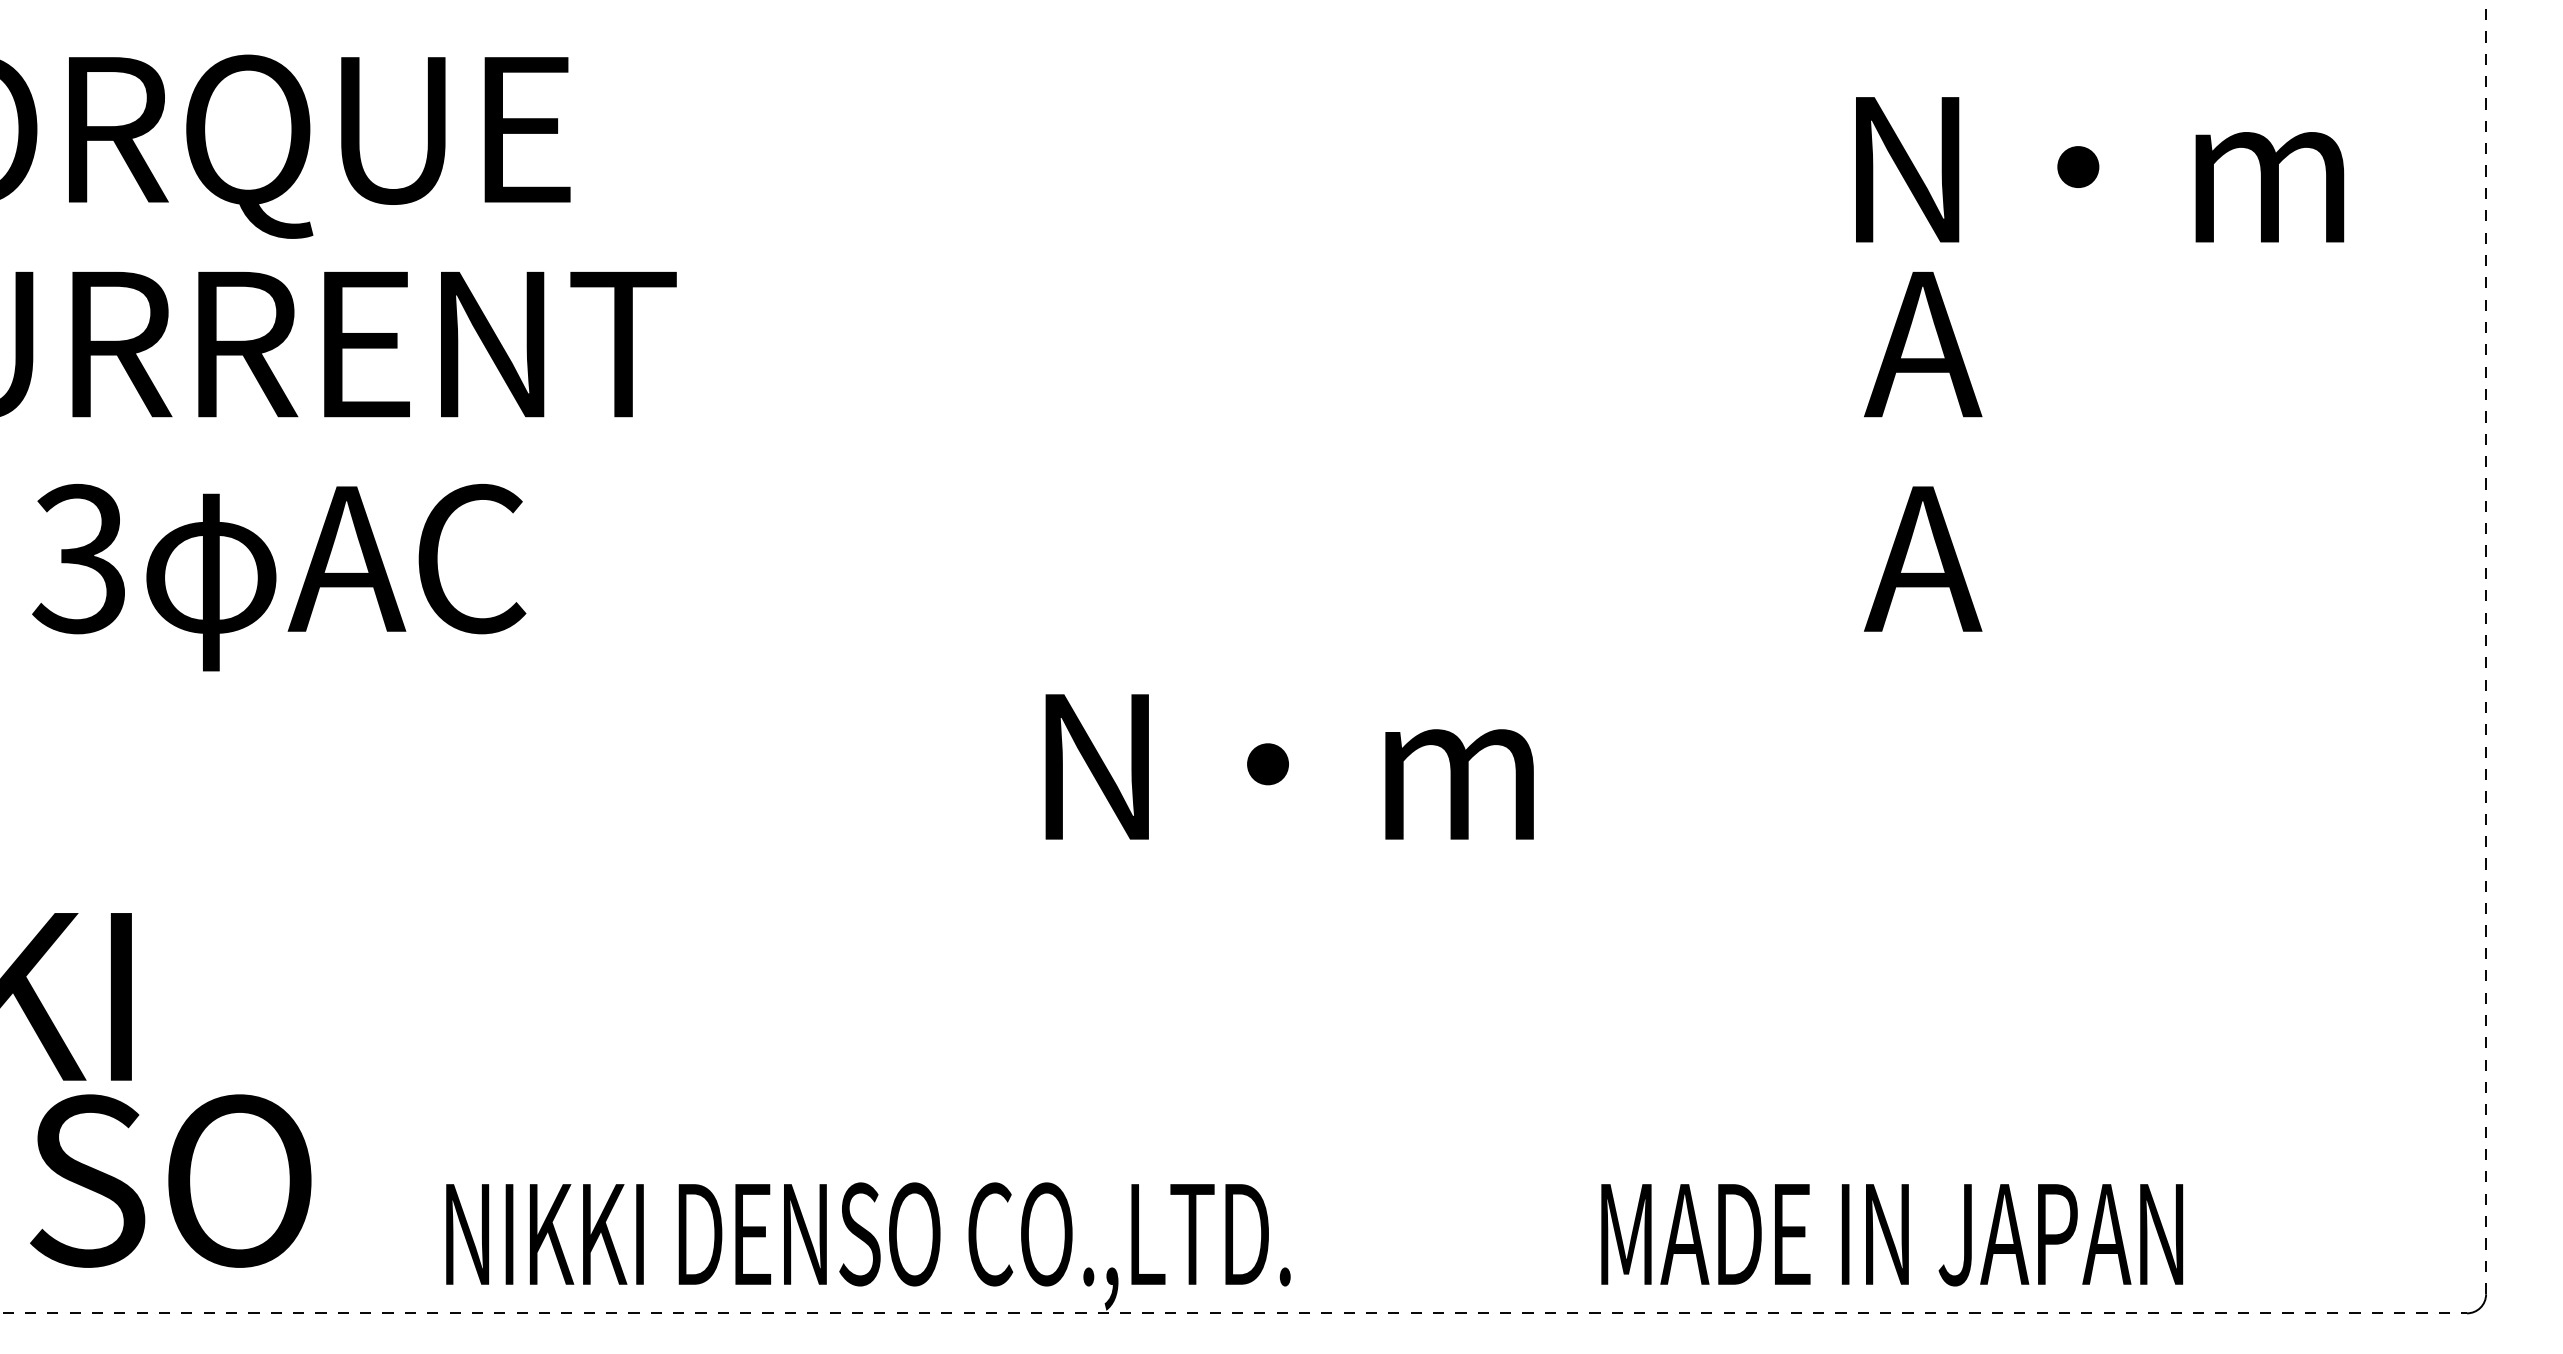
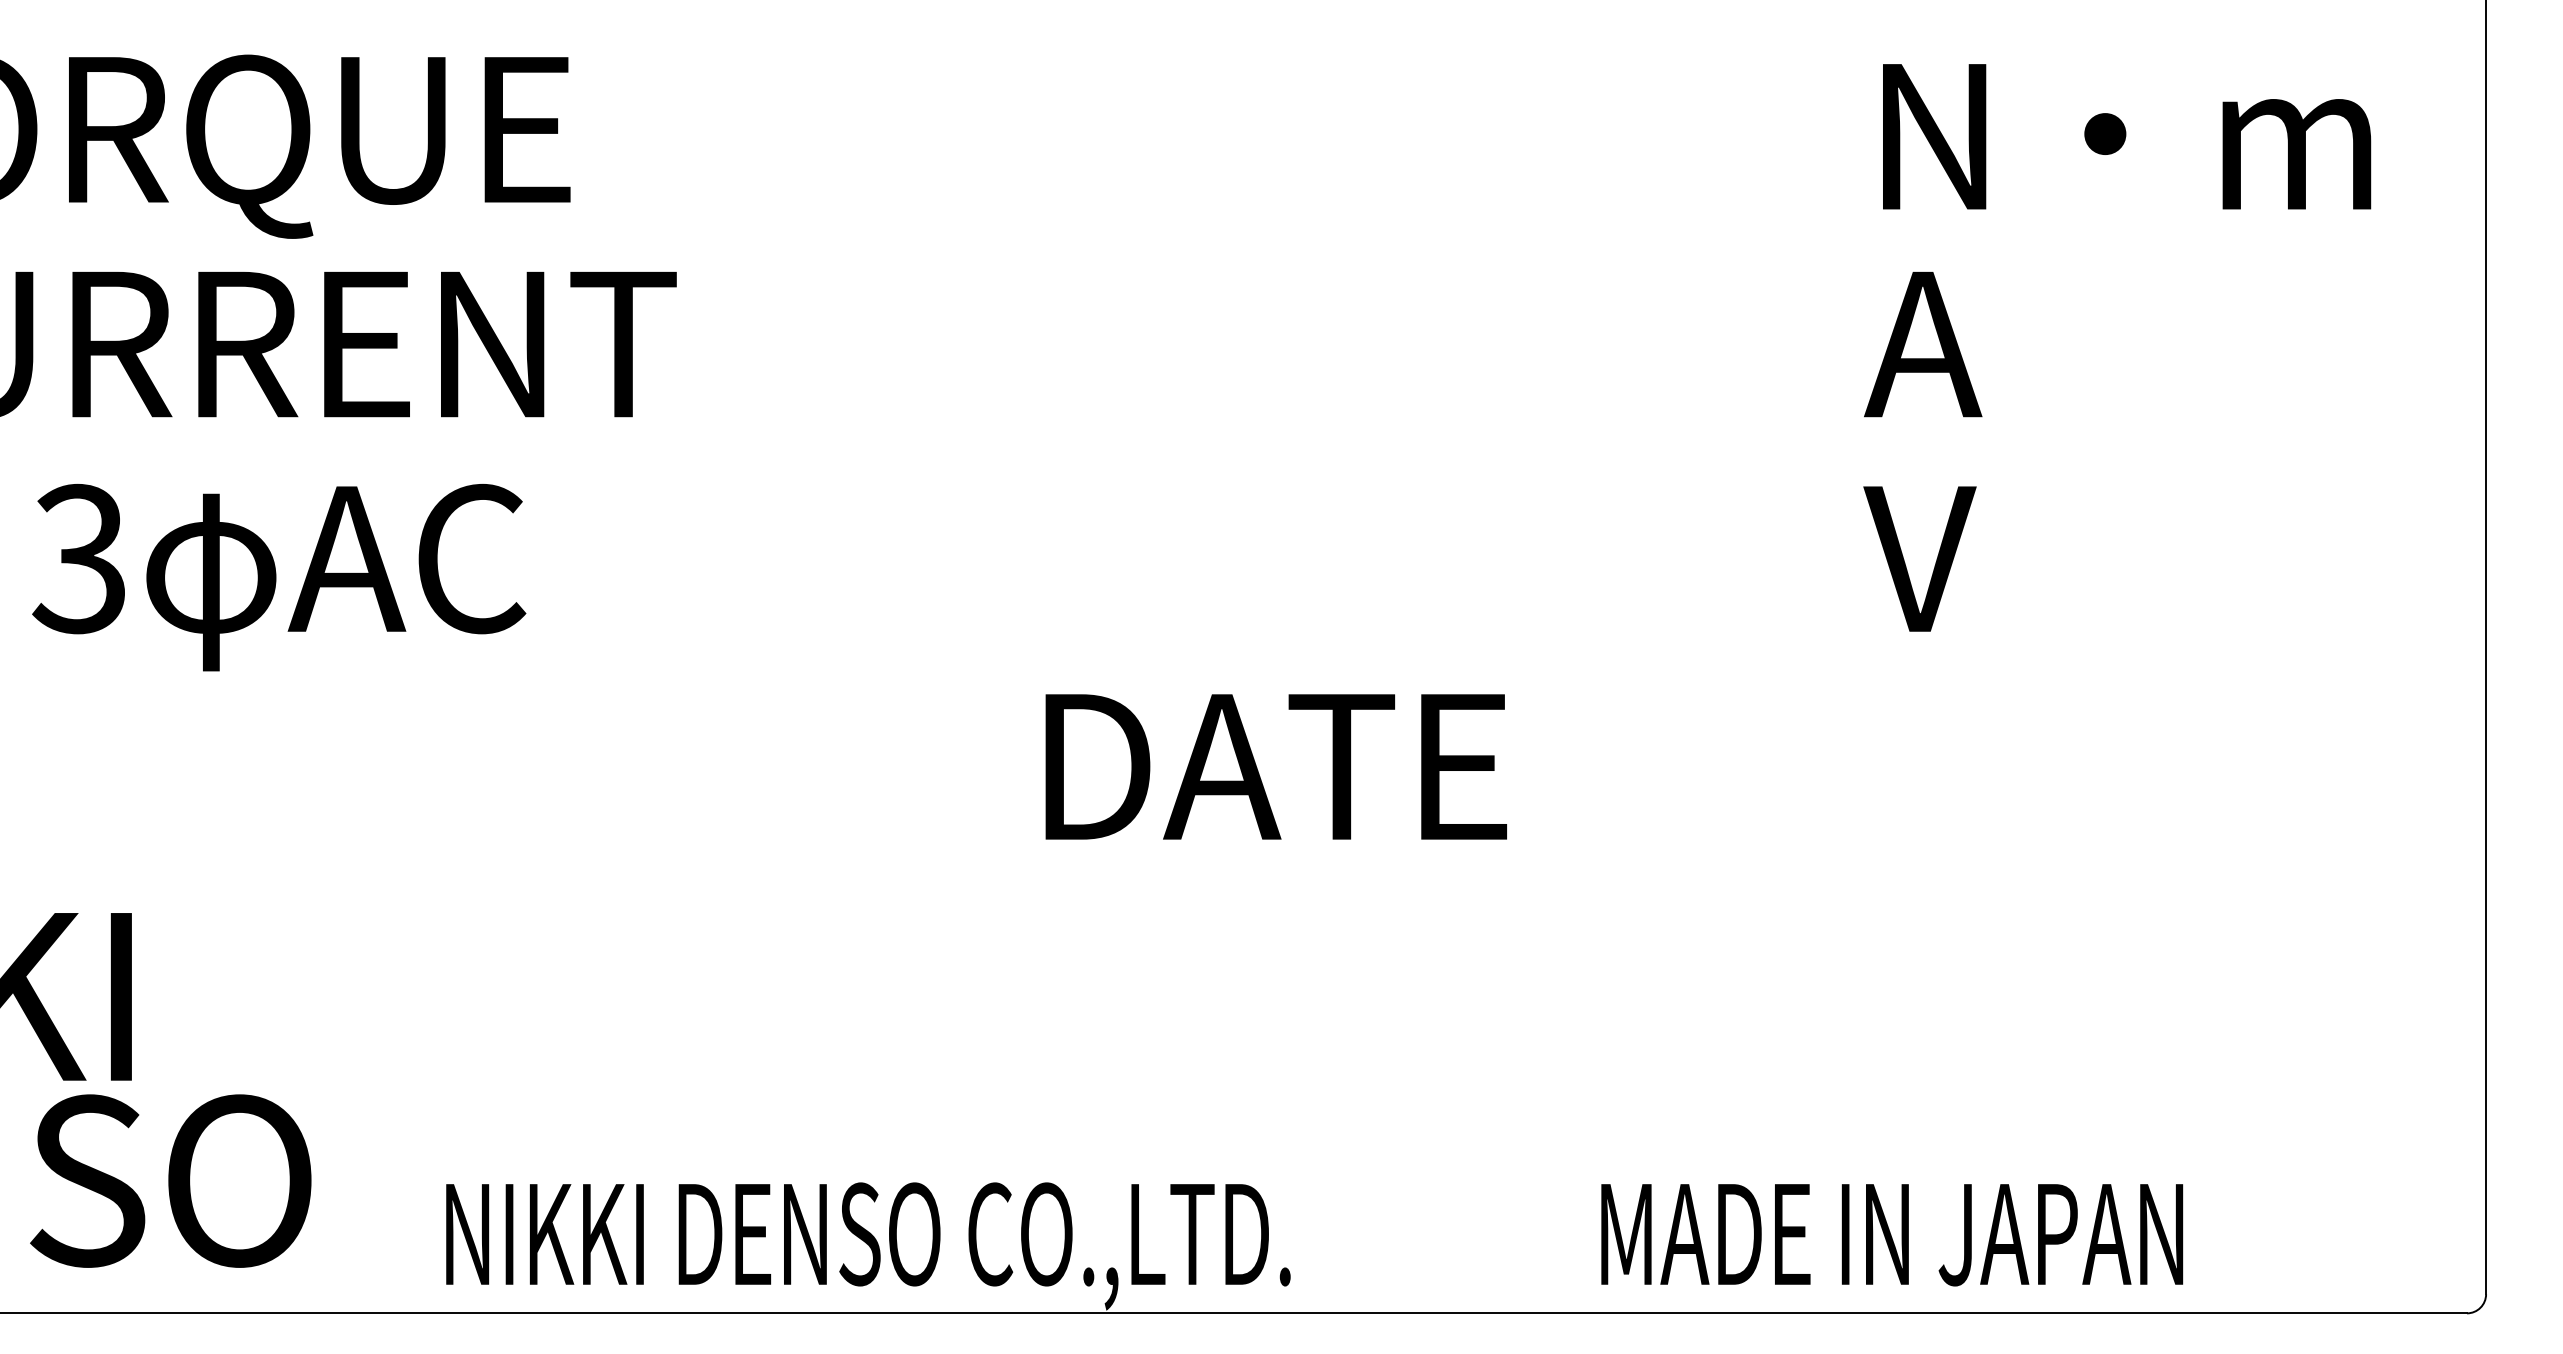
text at (2100, 169) position: (2100, 169) -> (2127, 136)
text at (1922, 558): A -> V
line at (2486, 647): dashed -> solid
text at (1296, 766): N・m -> DATE
line at (1234, 1313): dashed -> solid
